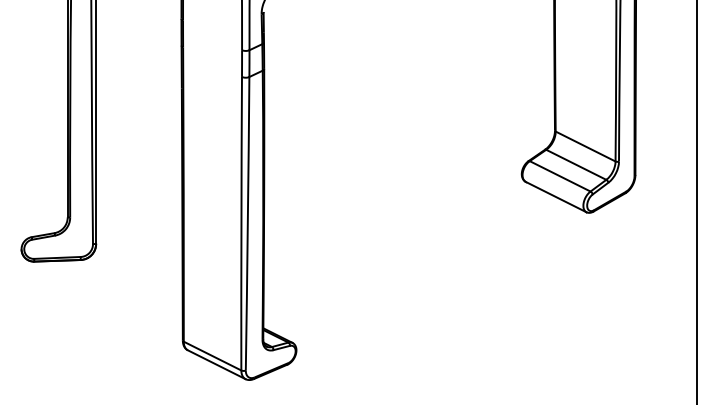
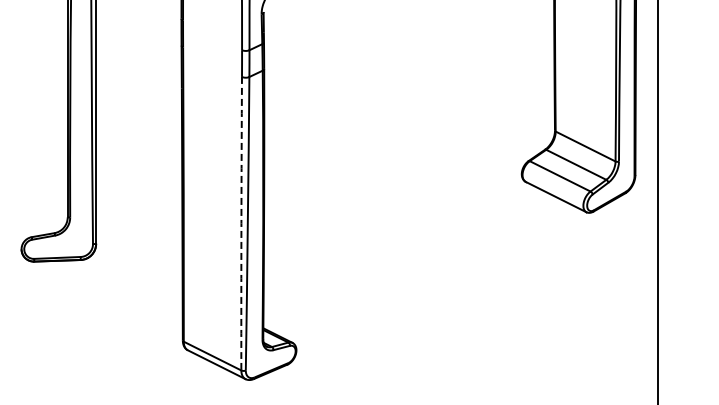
line at (697, 201) position: (697, 201) -> (658, 201)
arc at (241, 223): solid -> dashed
